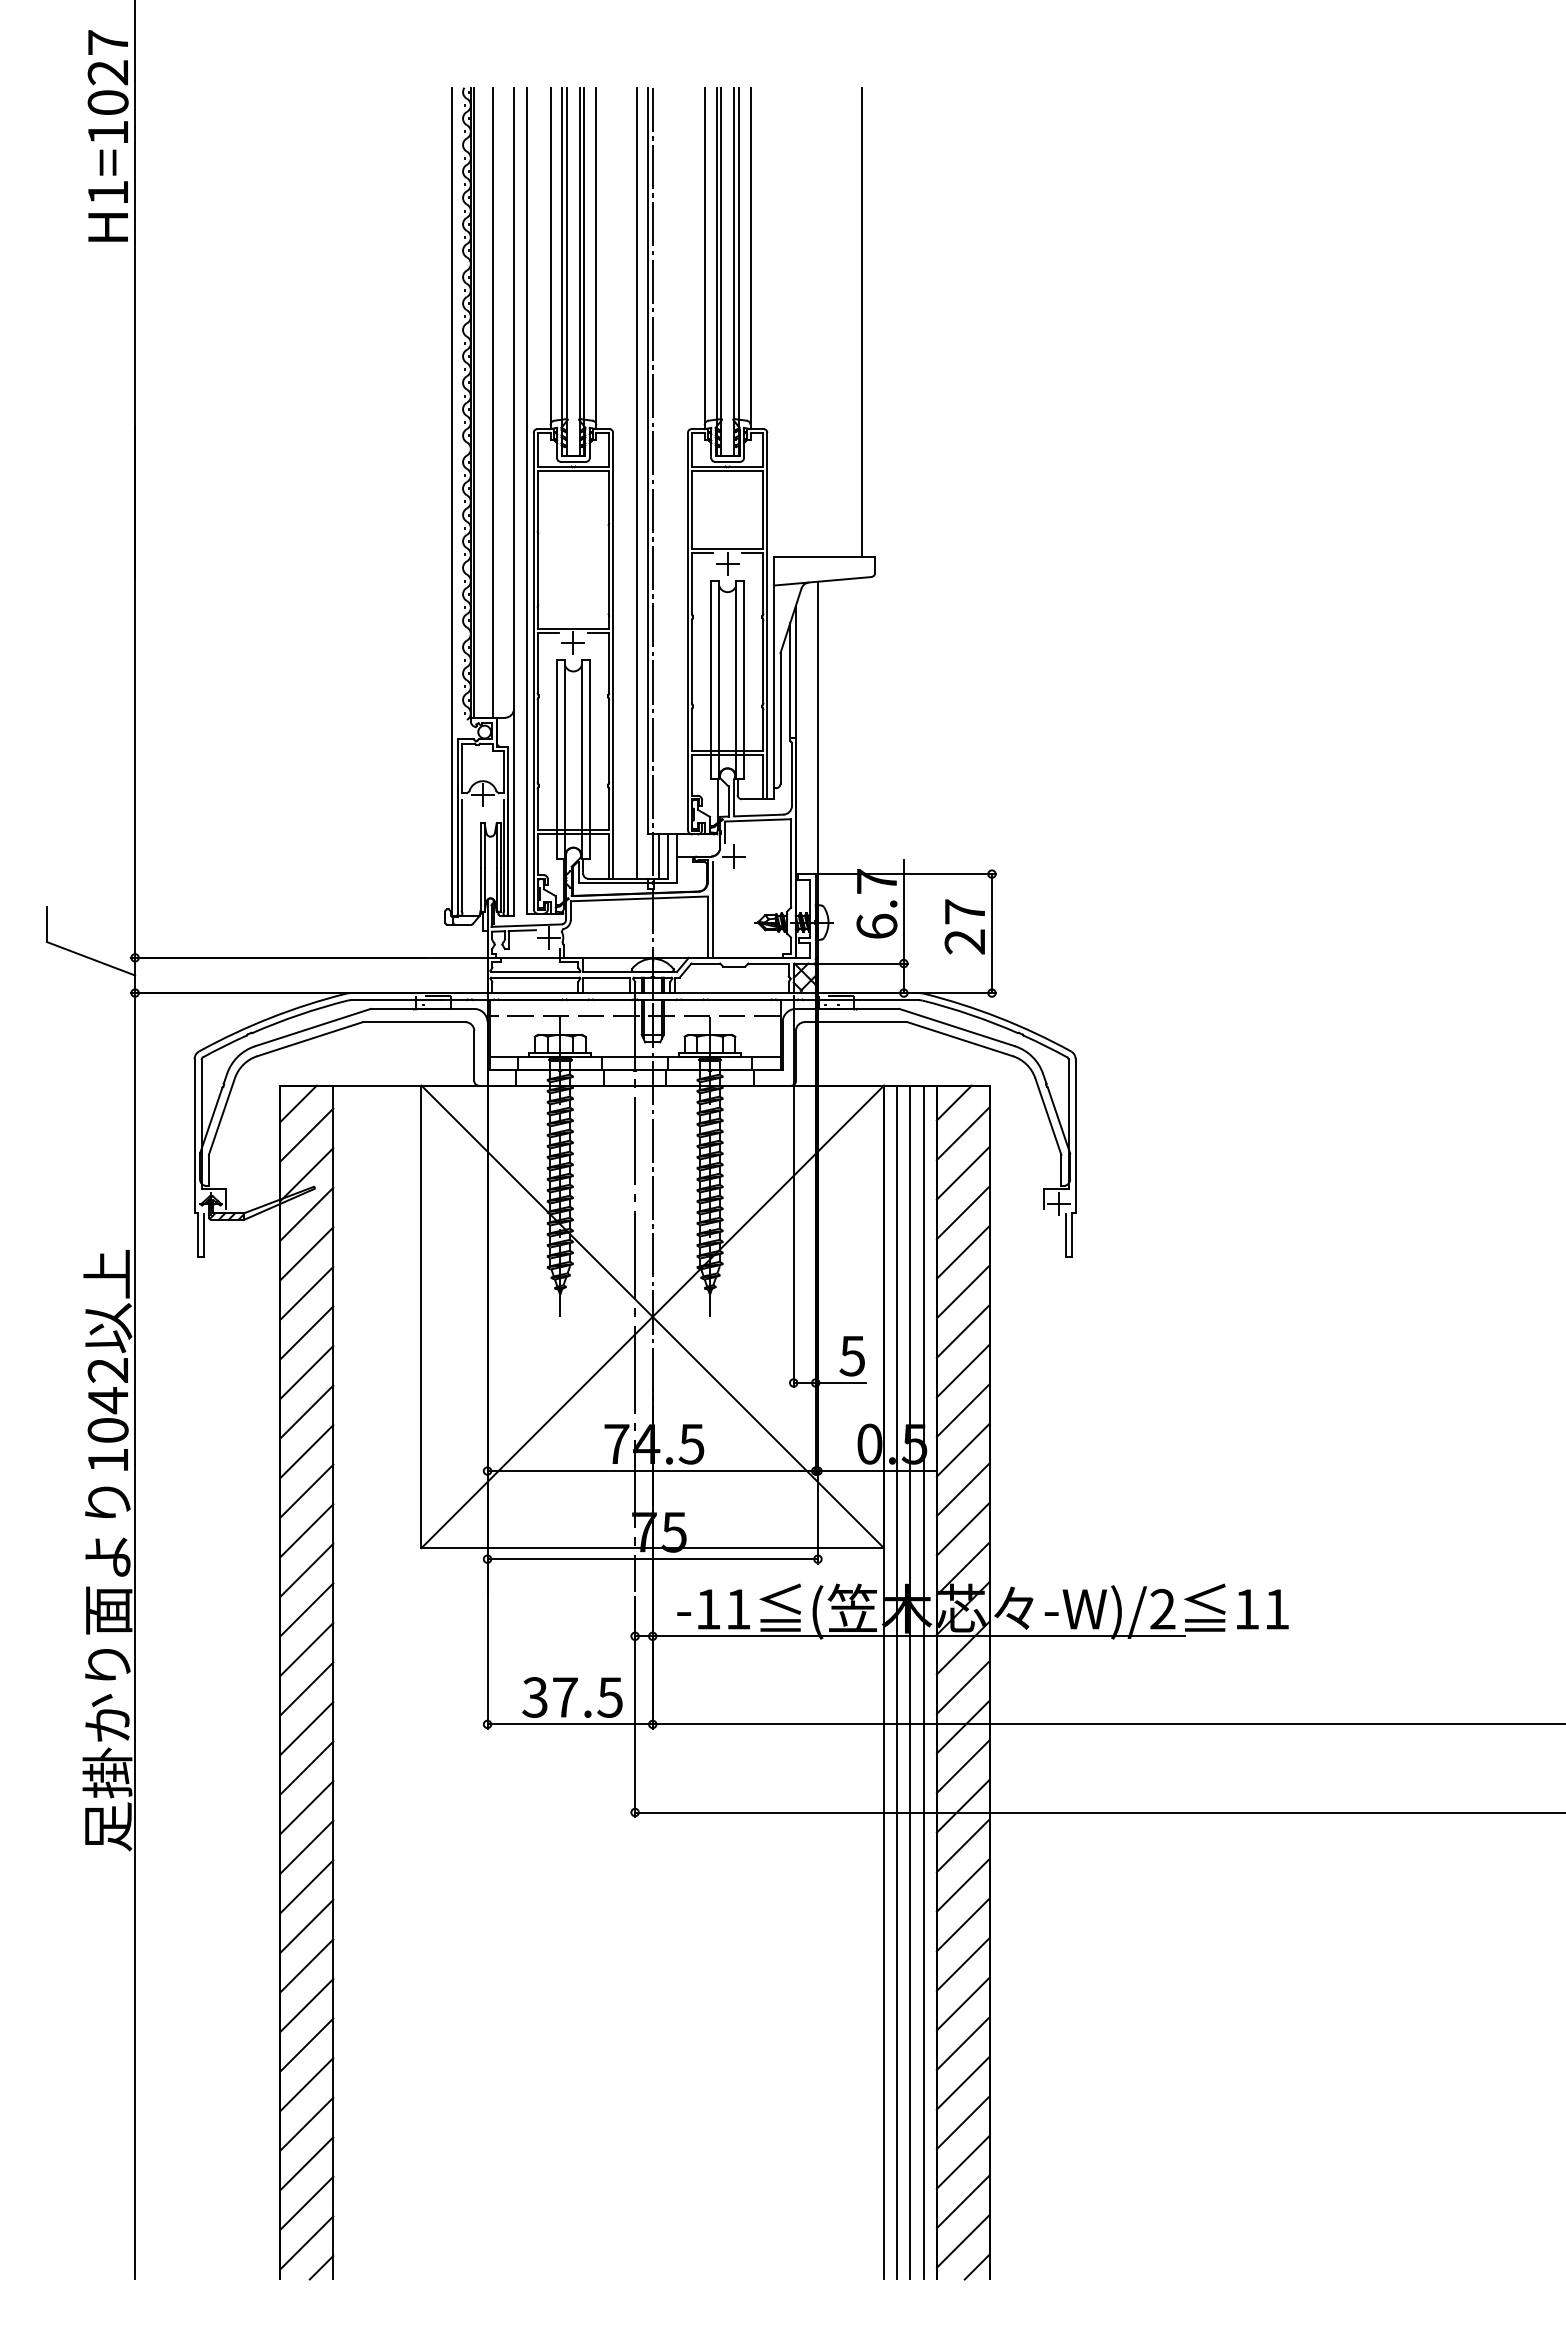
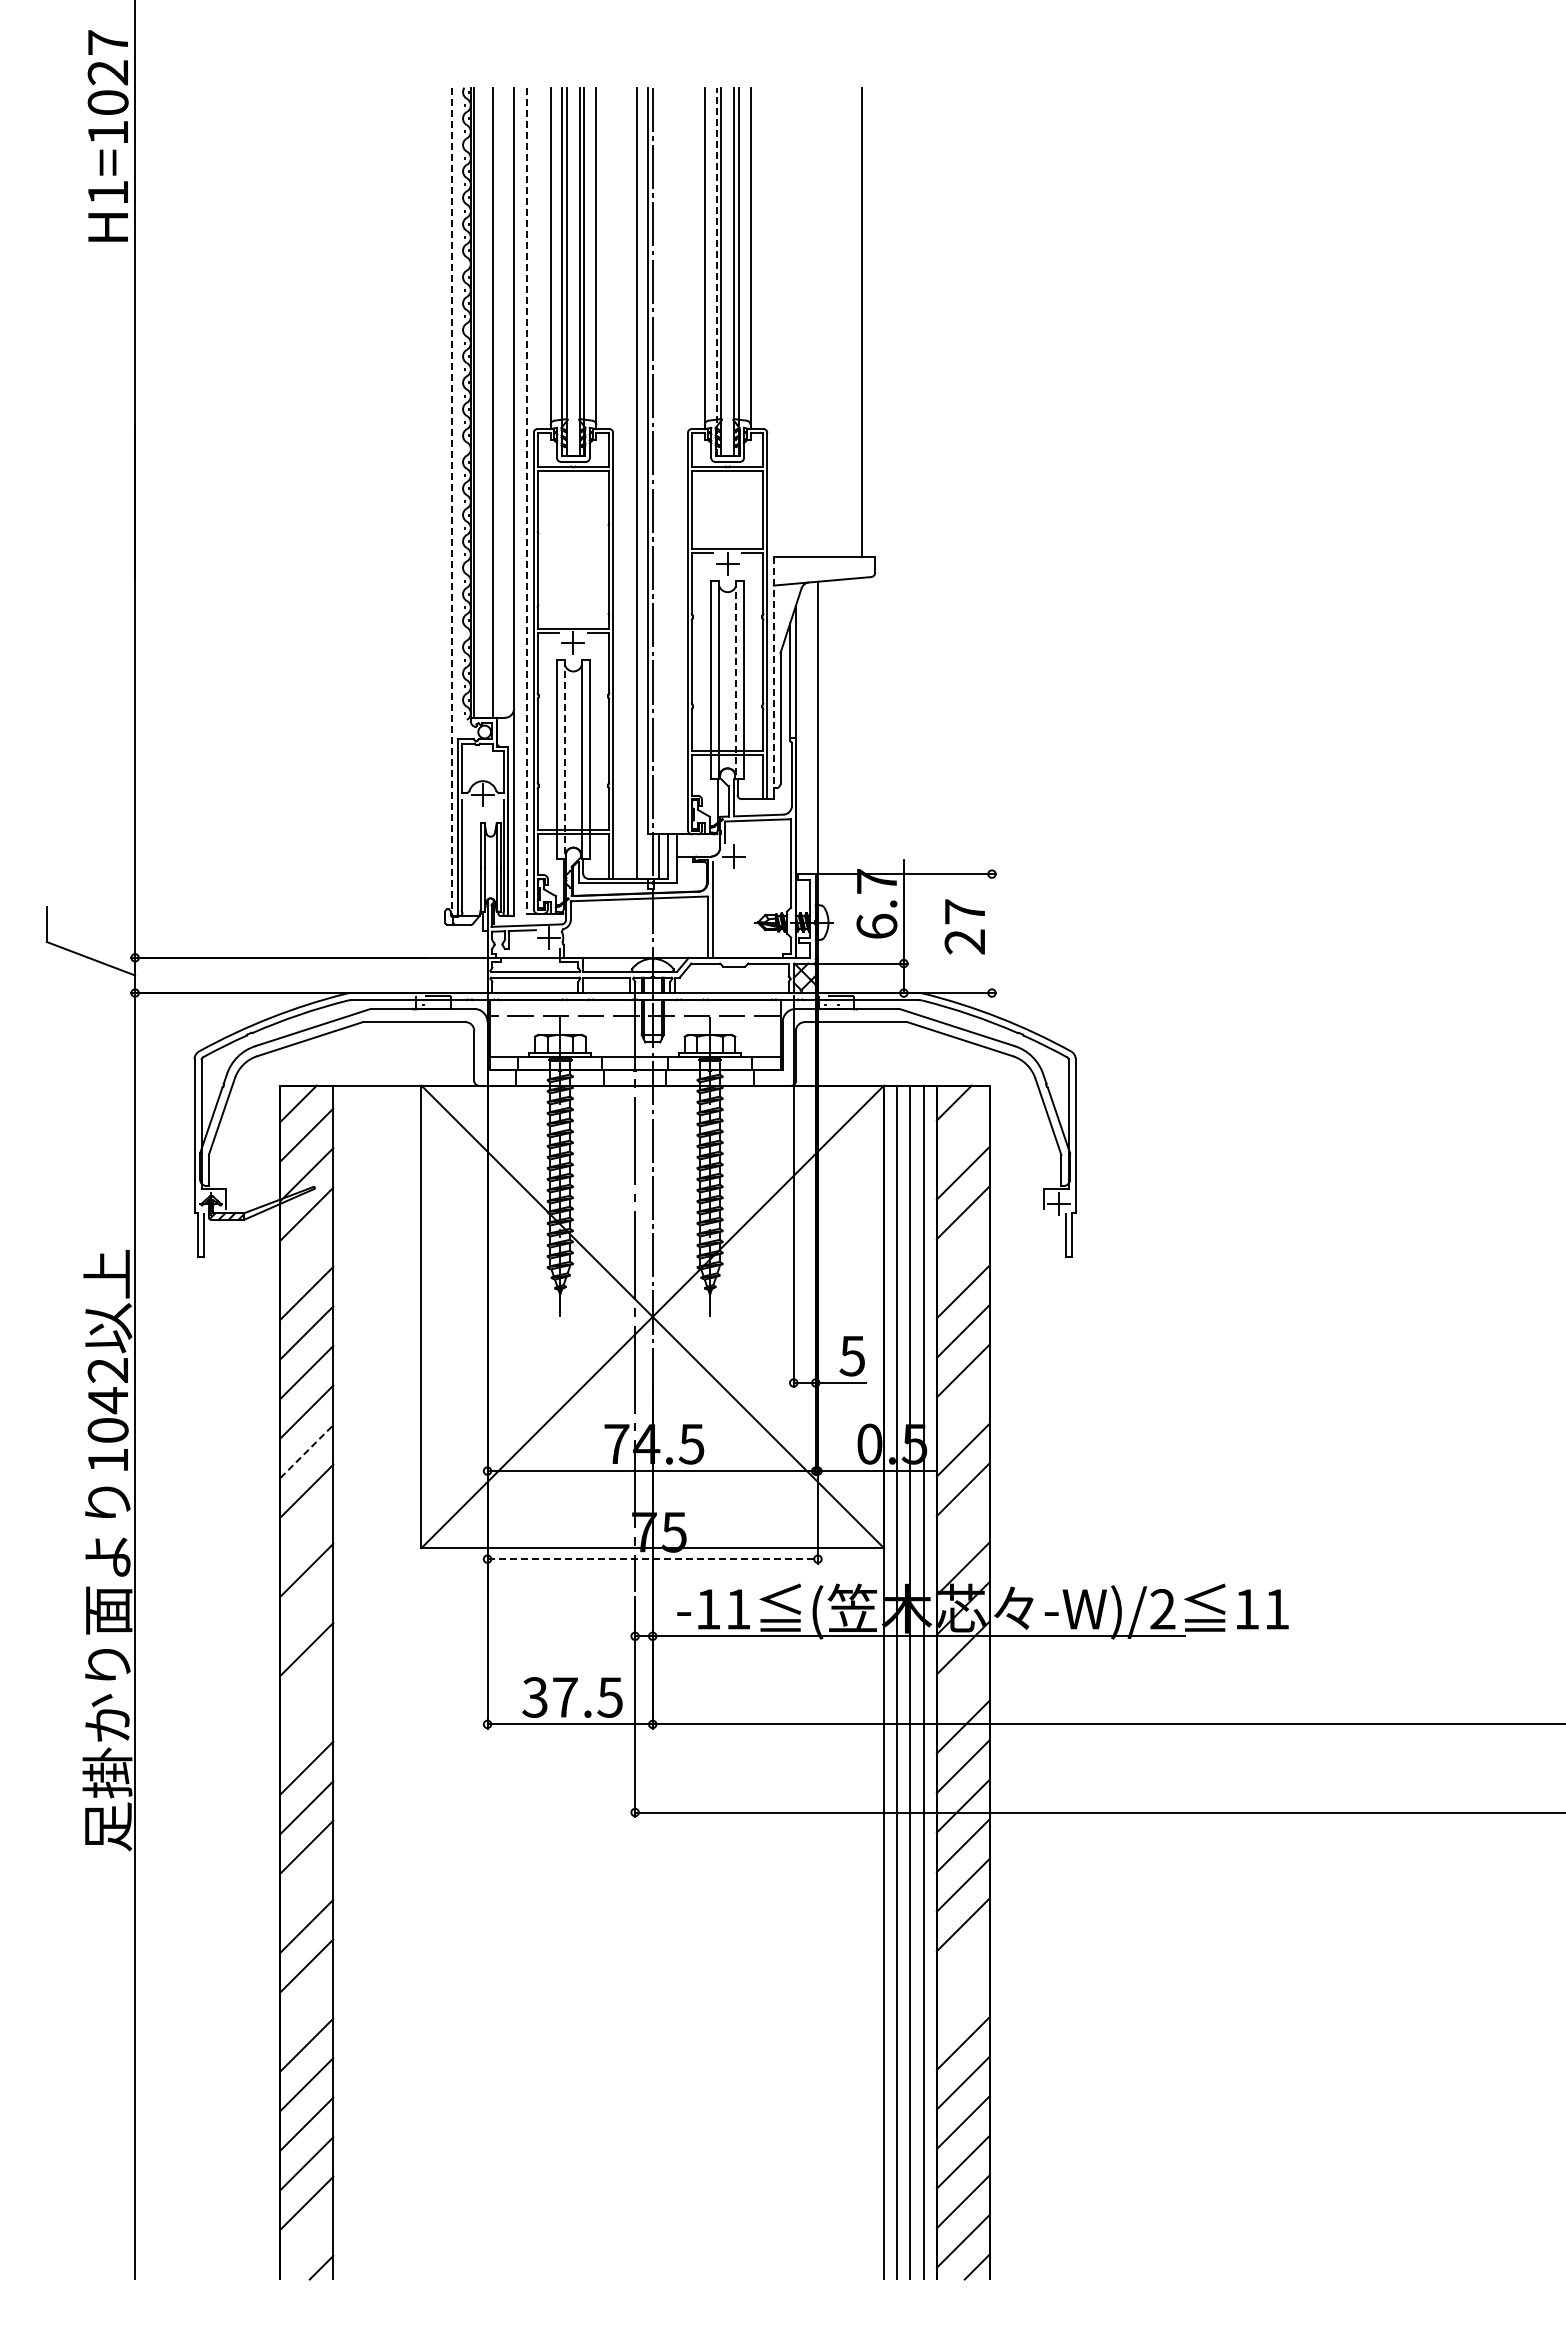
line at (716, 271): solid -> dashed
line at (527, 501): solid -> dashed
line at (452, 502): solid -> dashed
line at (773, 672): solid -> dashed
line at (736, 680): solid -> dashed
line at (564, 760): solid -> dashed
line at (991, 933): present -> none
line at (962, 1133): present -> none
line at (962, 1251): present -> none
line at (306, 1253): present -> none
line at (962, 1410): present -> none
line at (307, 1451): solid -> dashed
line at (962, 1528): present -> none
line at (306, 1530): present -> none
line at (653, 1559): solid -> dashed
line at (306, 1609): present -> none
line at (962, 1687): present -> none
line at (306, 1688): present -> none
line at (306, 1728): present -> none
line at (306, 1886): present -> none
line at (962, 1963): present -> none
line at (962, 2003): present -> none
line at (306, 2005): present -> none
line at (306, 2242): present -> none
